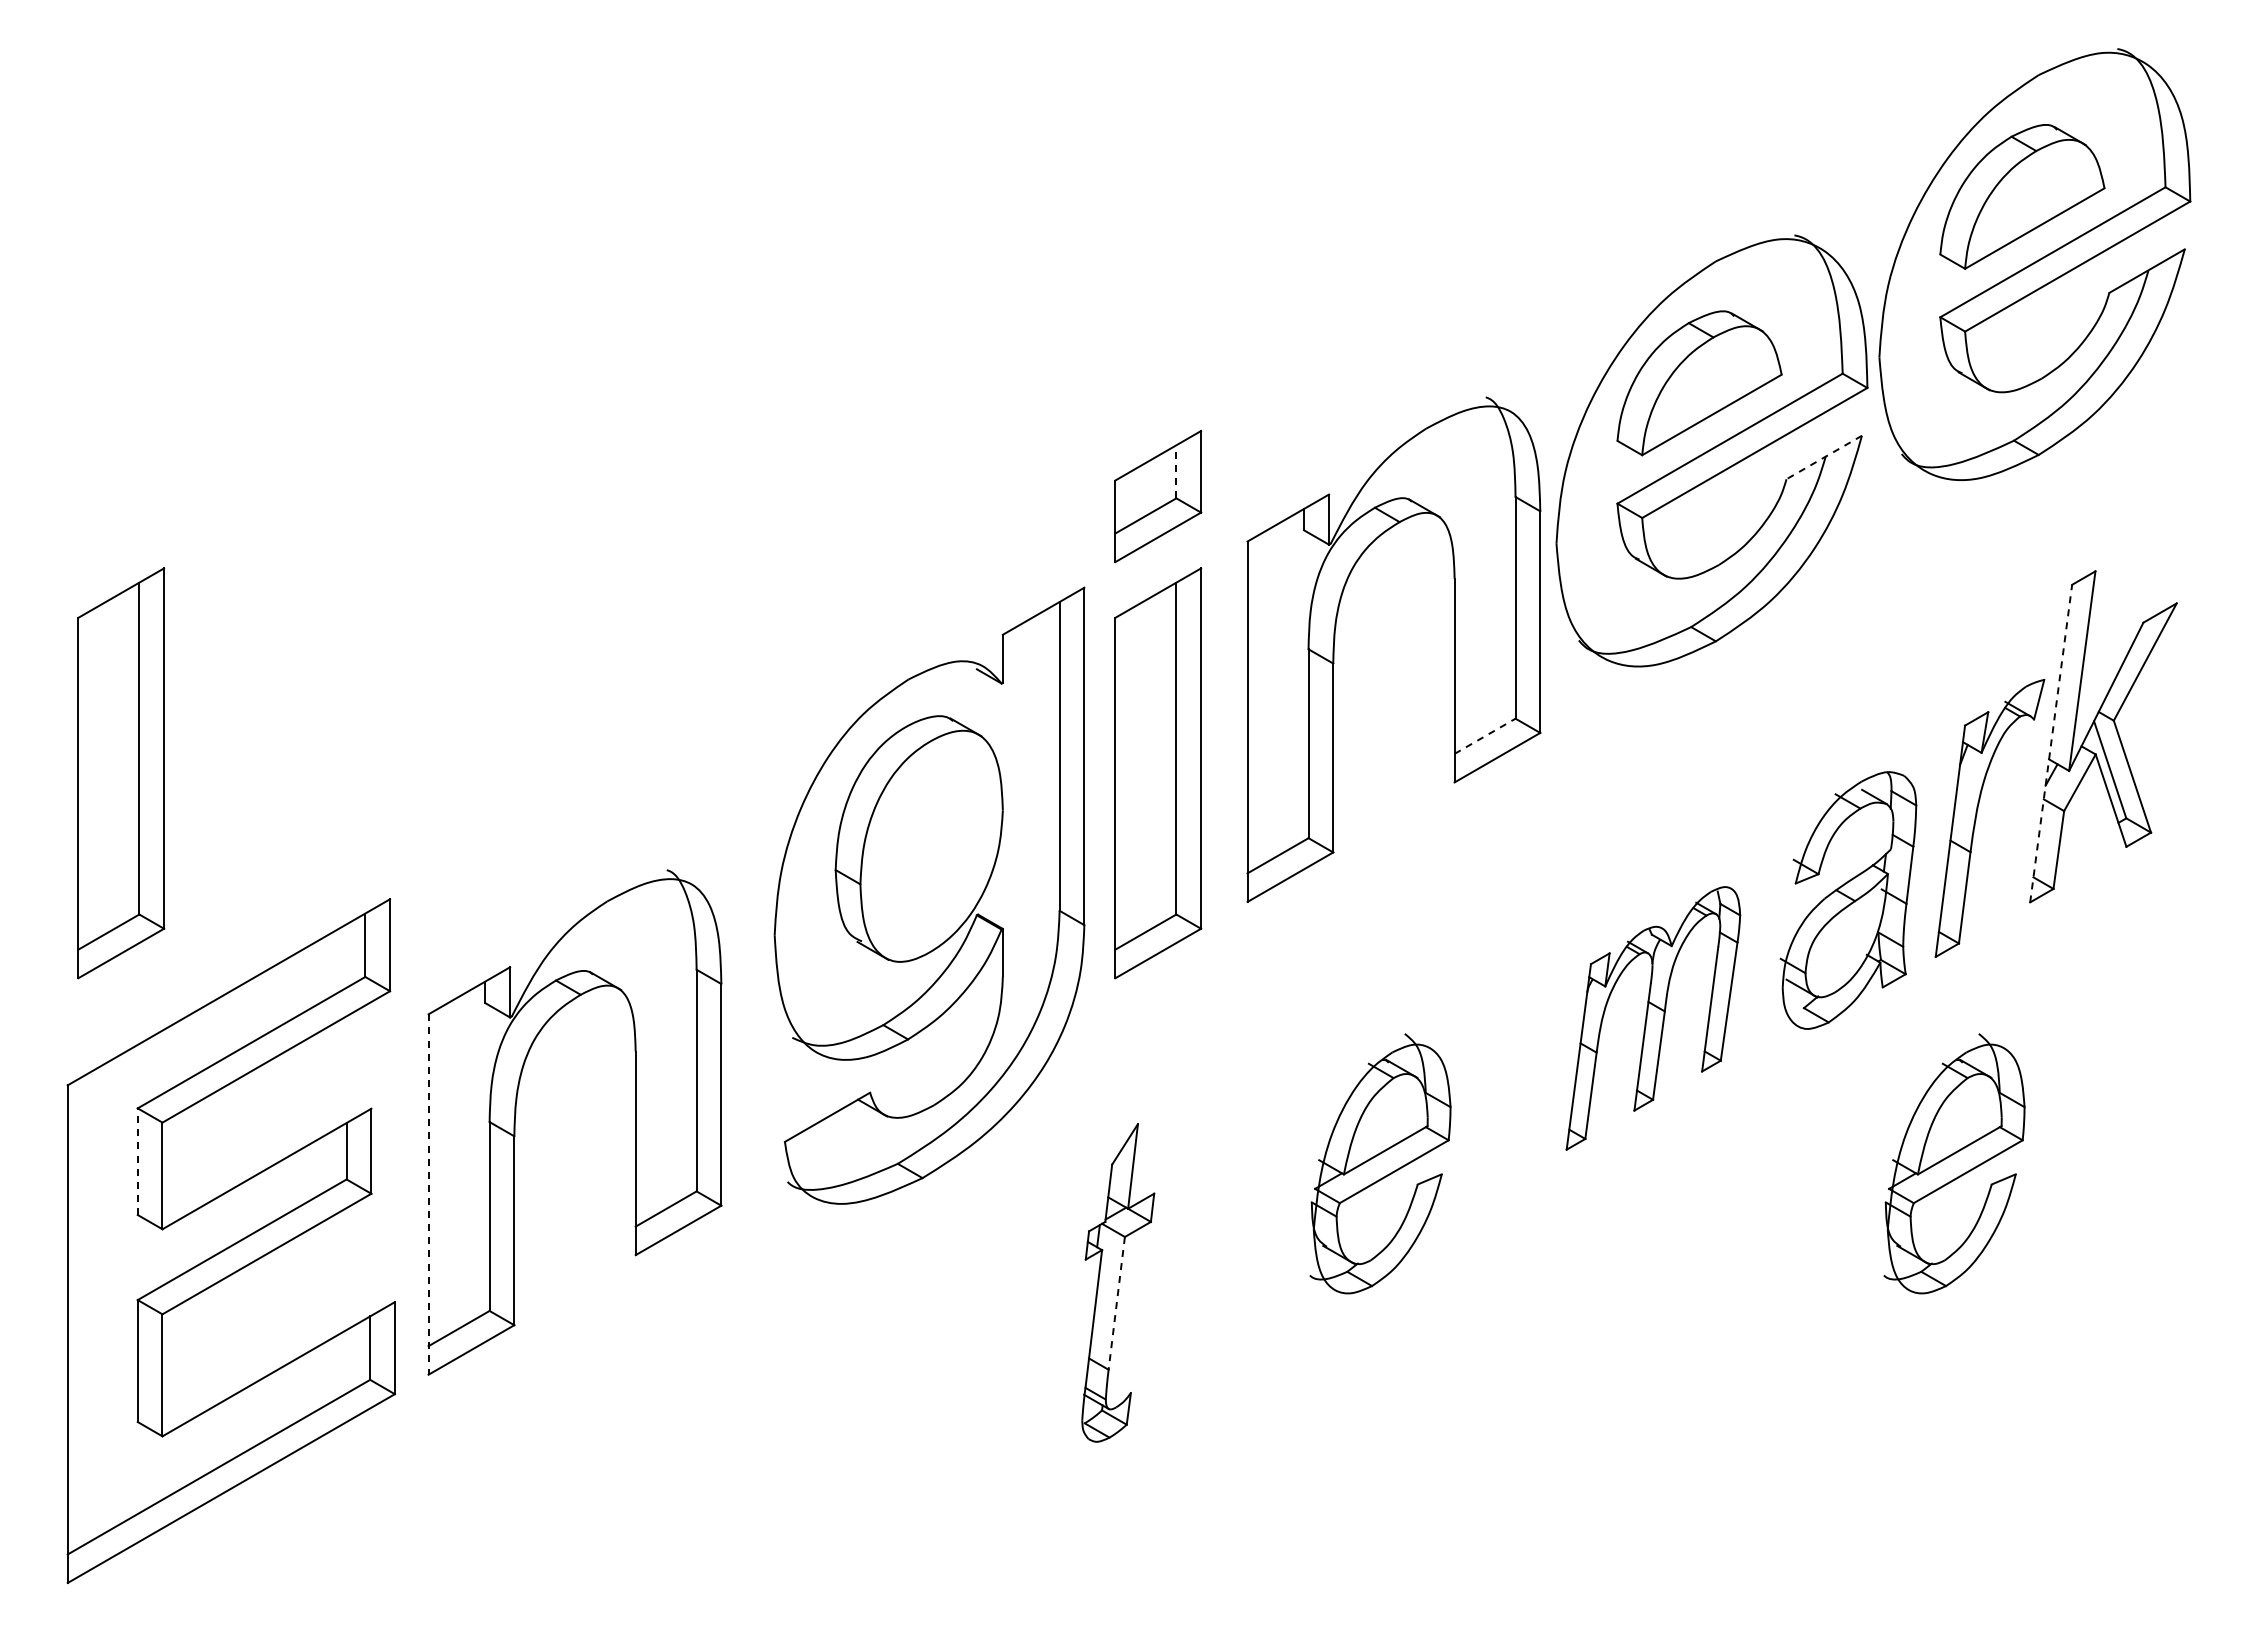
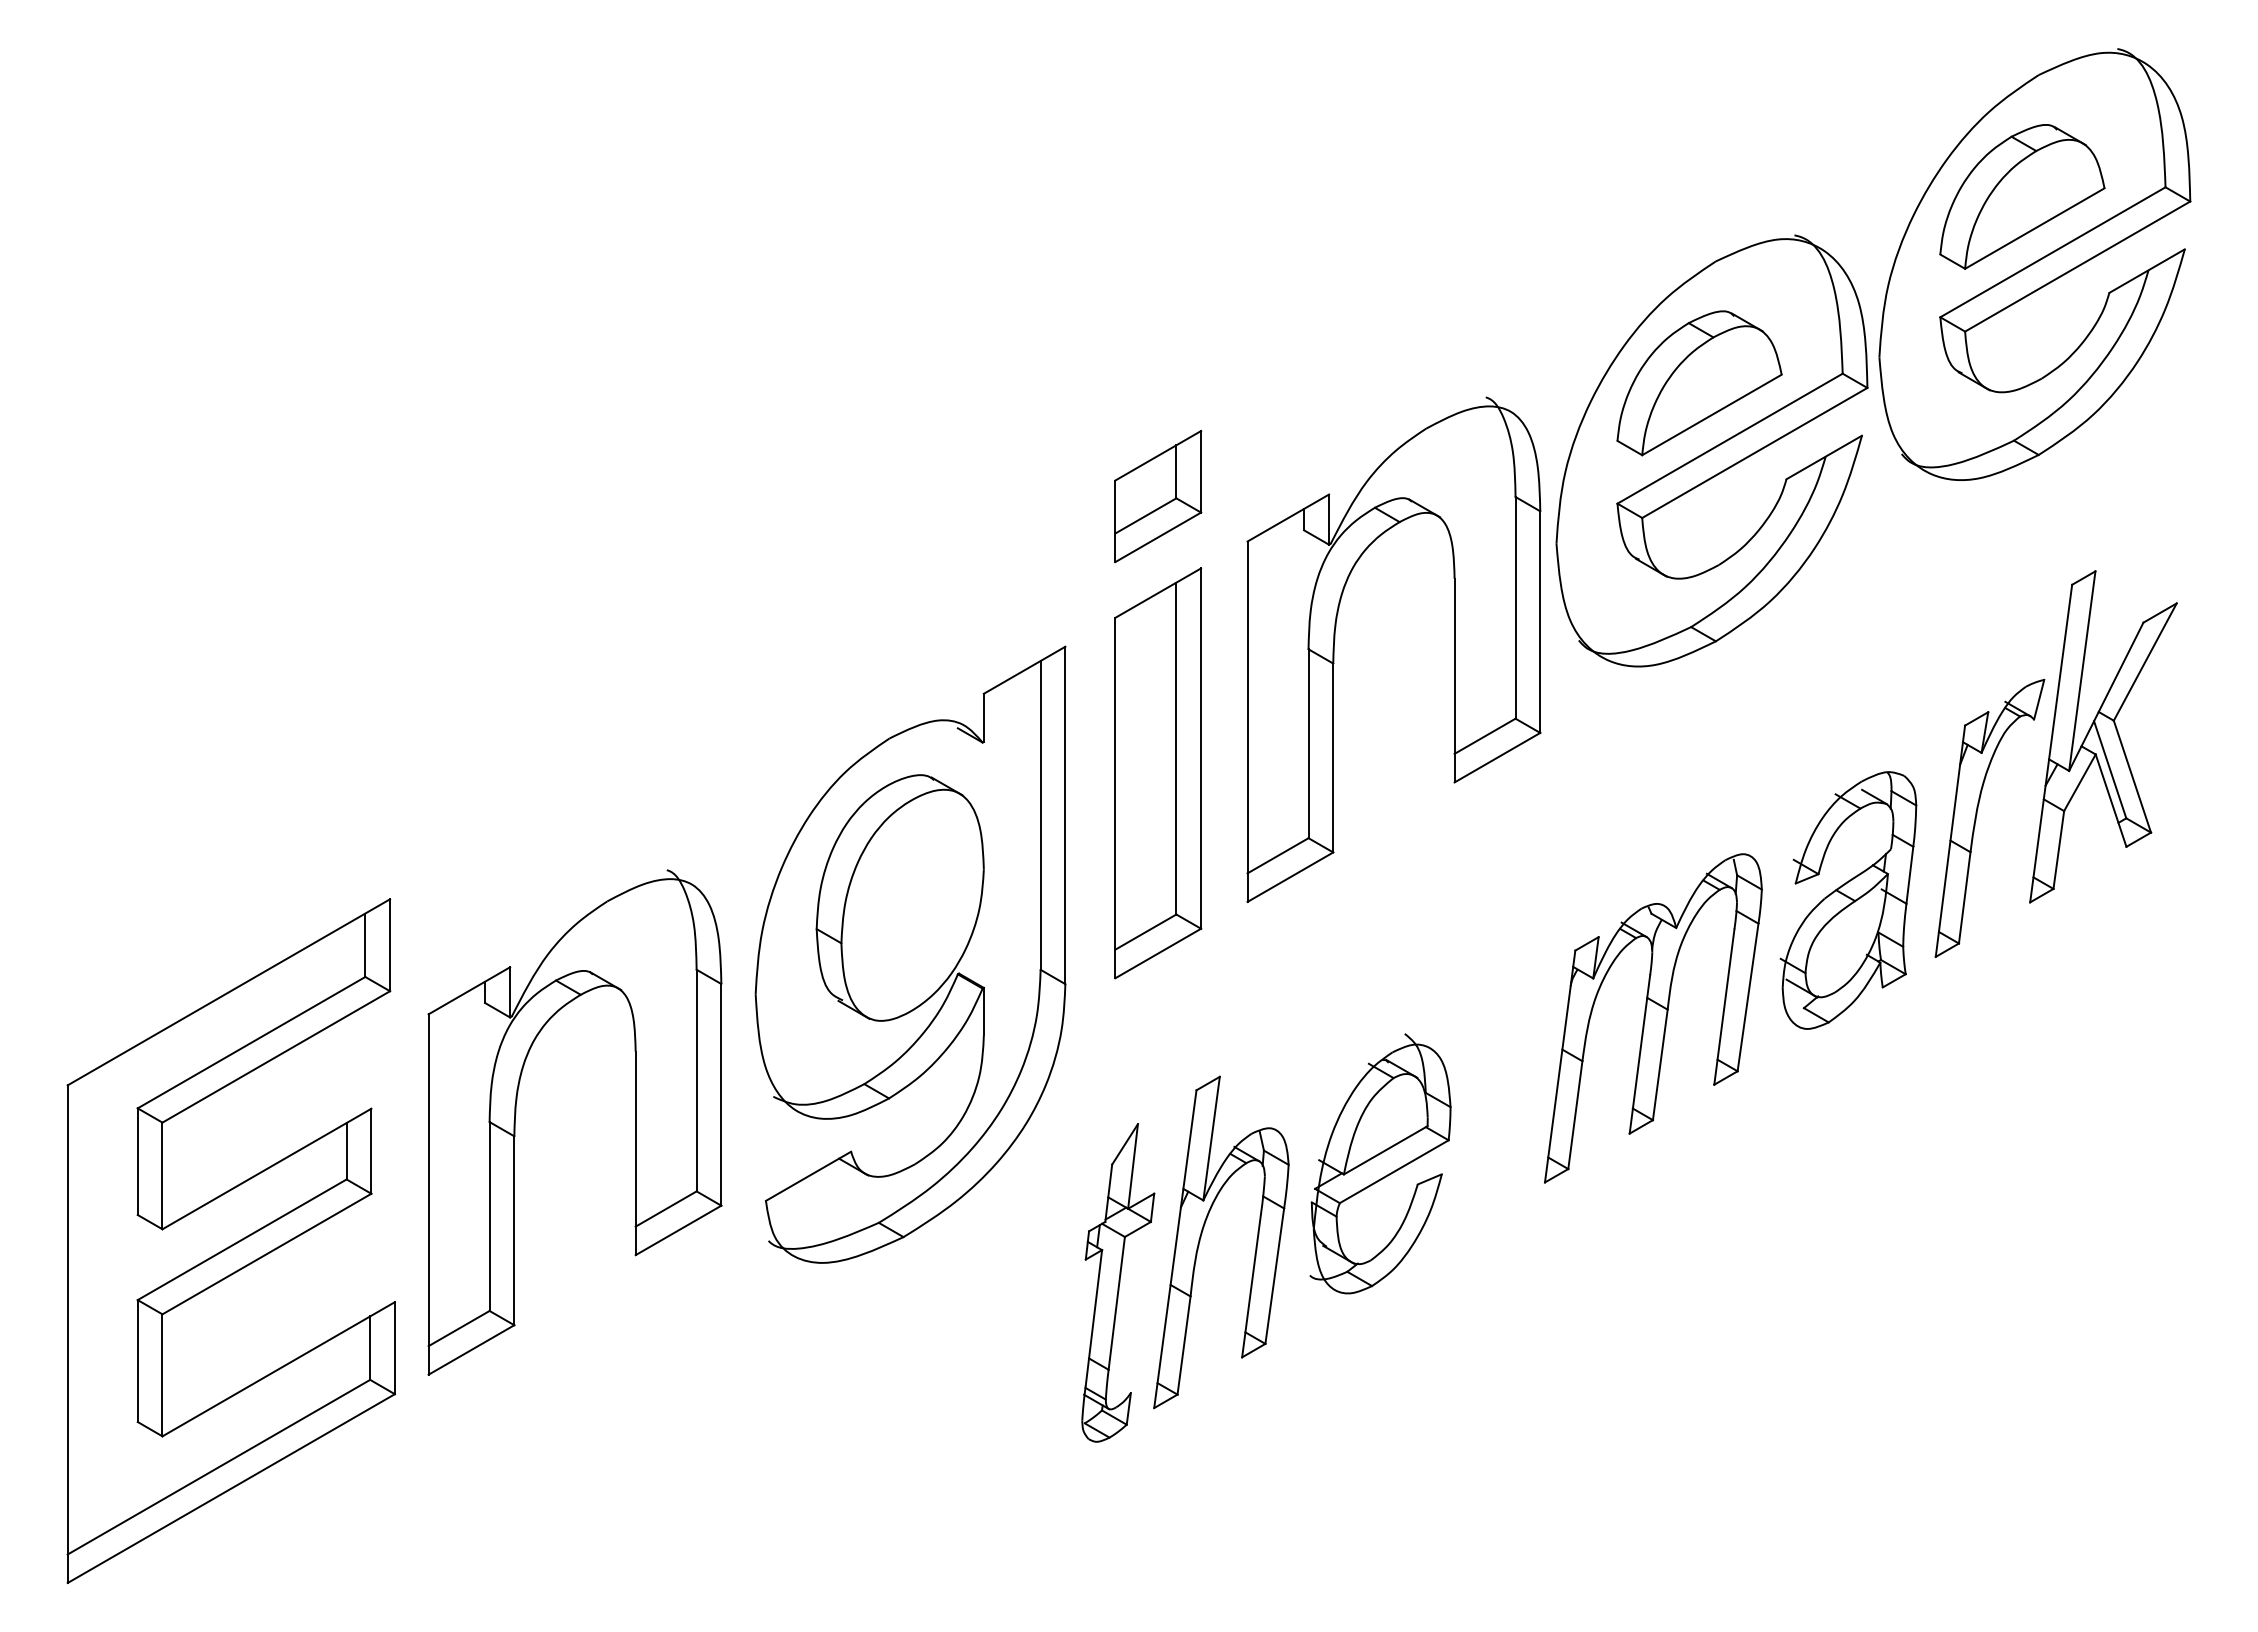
line at (1824, 457): dashed -> solid
line at (1176, 471): dashed -> solid
line at (1485, 736): dashed -> solid
line at (2051, 743): dashed -> solid
part at (121, 773): present -> none
part at (929, 895) position: (929, 895) -> (910, 954)
part at (1653, 1018) size: 177x265 px -> 219x331 px
line at (137, 1161): dashed -> solid
part at (1954, 1163): present -> none
line at (428, 1195): dashed -> solid
part at (1202, 1234): none -> present
line at (1116, 1303): dashed -> solid
